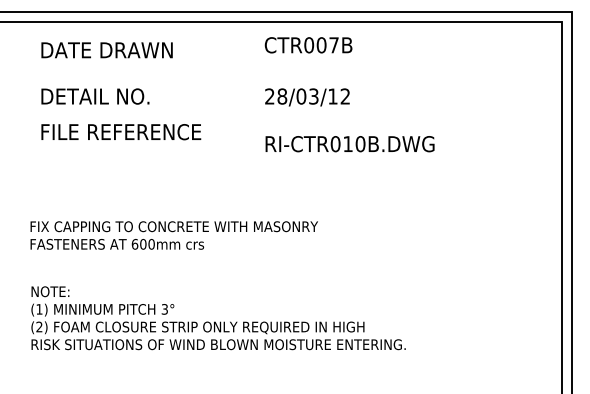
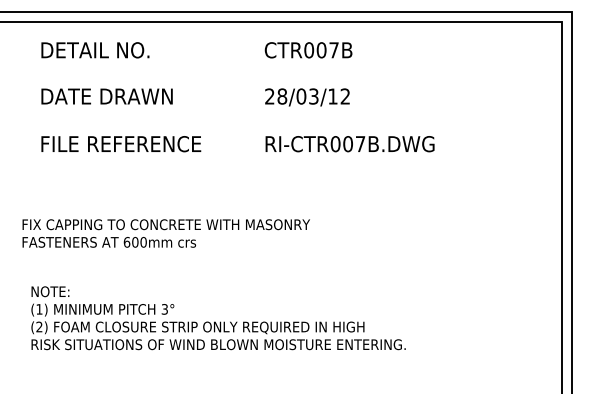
text at (308, 45) position: (308, 45) -> (308, 50)
text at (113, 50): DATE DRAWN -> DETAIL NO.
text at (113, 96): DETAIL NO. -> DATE DRAWN
text at (121, 132) position: (121, 132) -> (121, 144)
text at (354, 144): RI-CTR010B.DWG -> RI-CTR007B.DWG
text at (173, 235) position: (173, 235) -> (165, 233)
